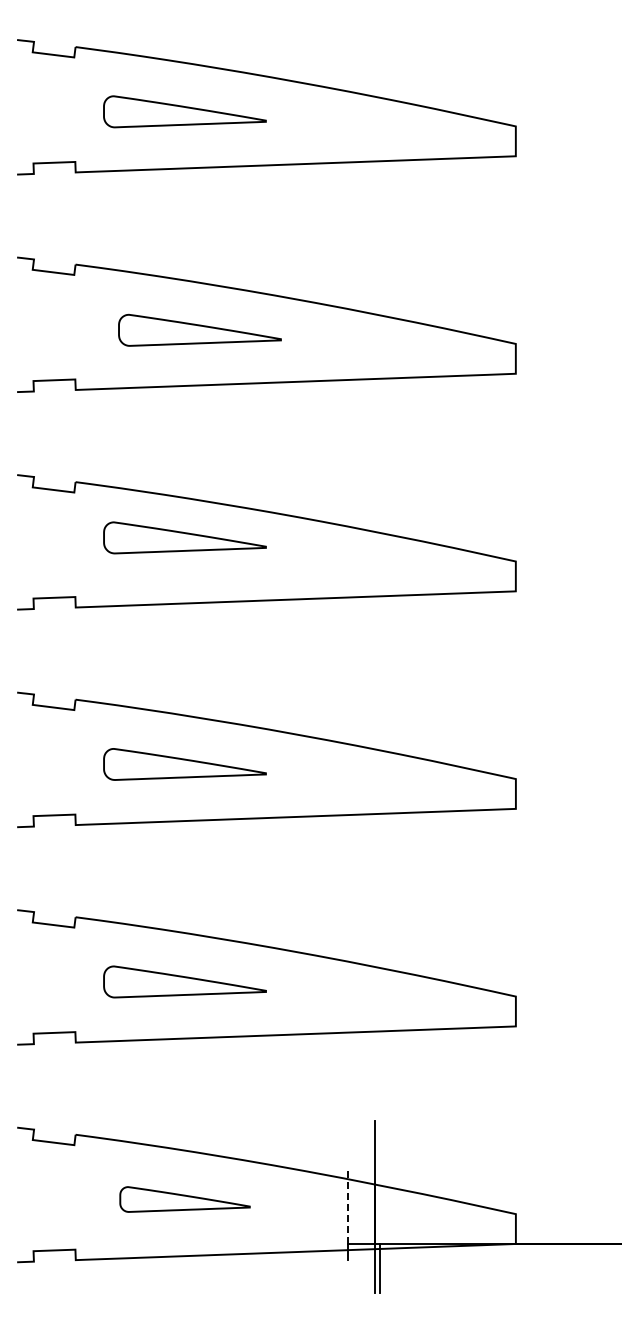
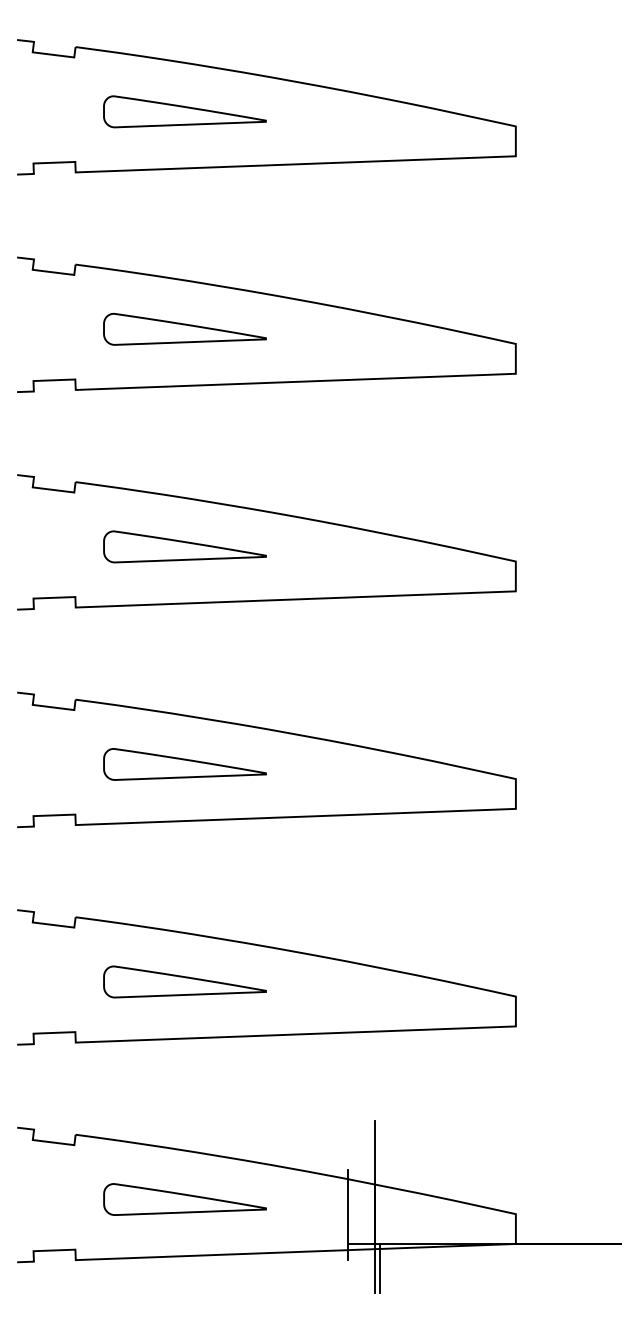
part at (199, 329) position: (199, 329) -> (184, 328)
part at (184, 537) position: (184, 537) -> (184, 546)
part at (184, 1199) size: 132x27 px -> 164x33 px
line at (348, 1206): dashed -> solid
